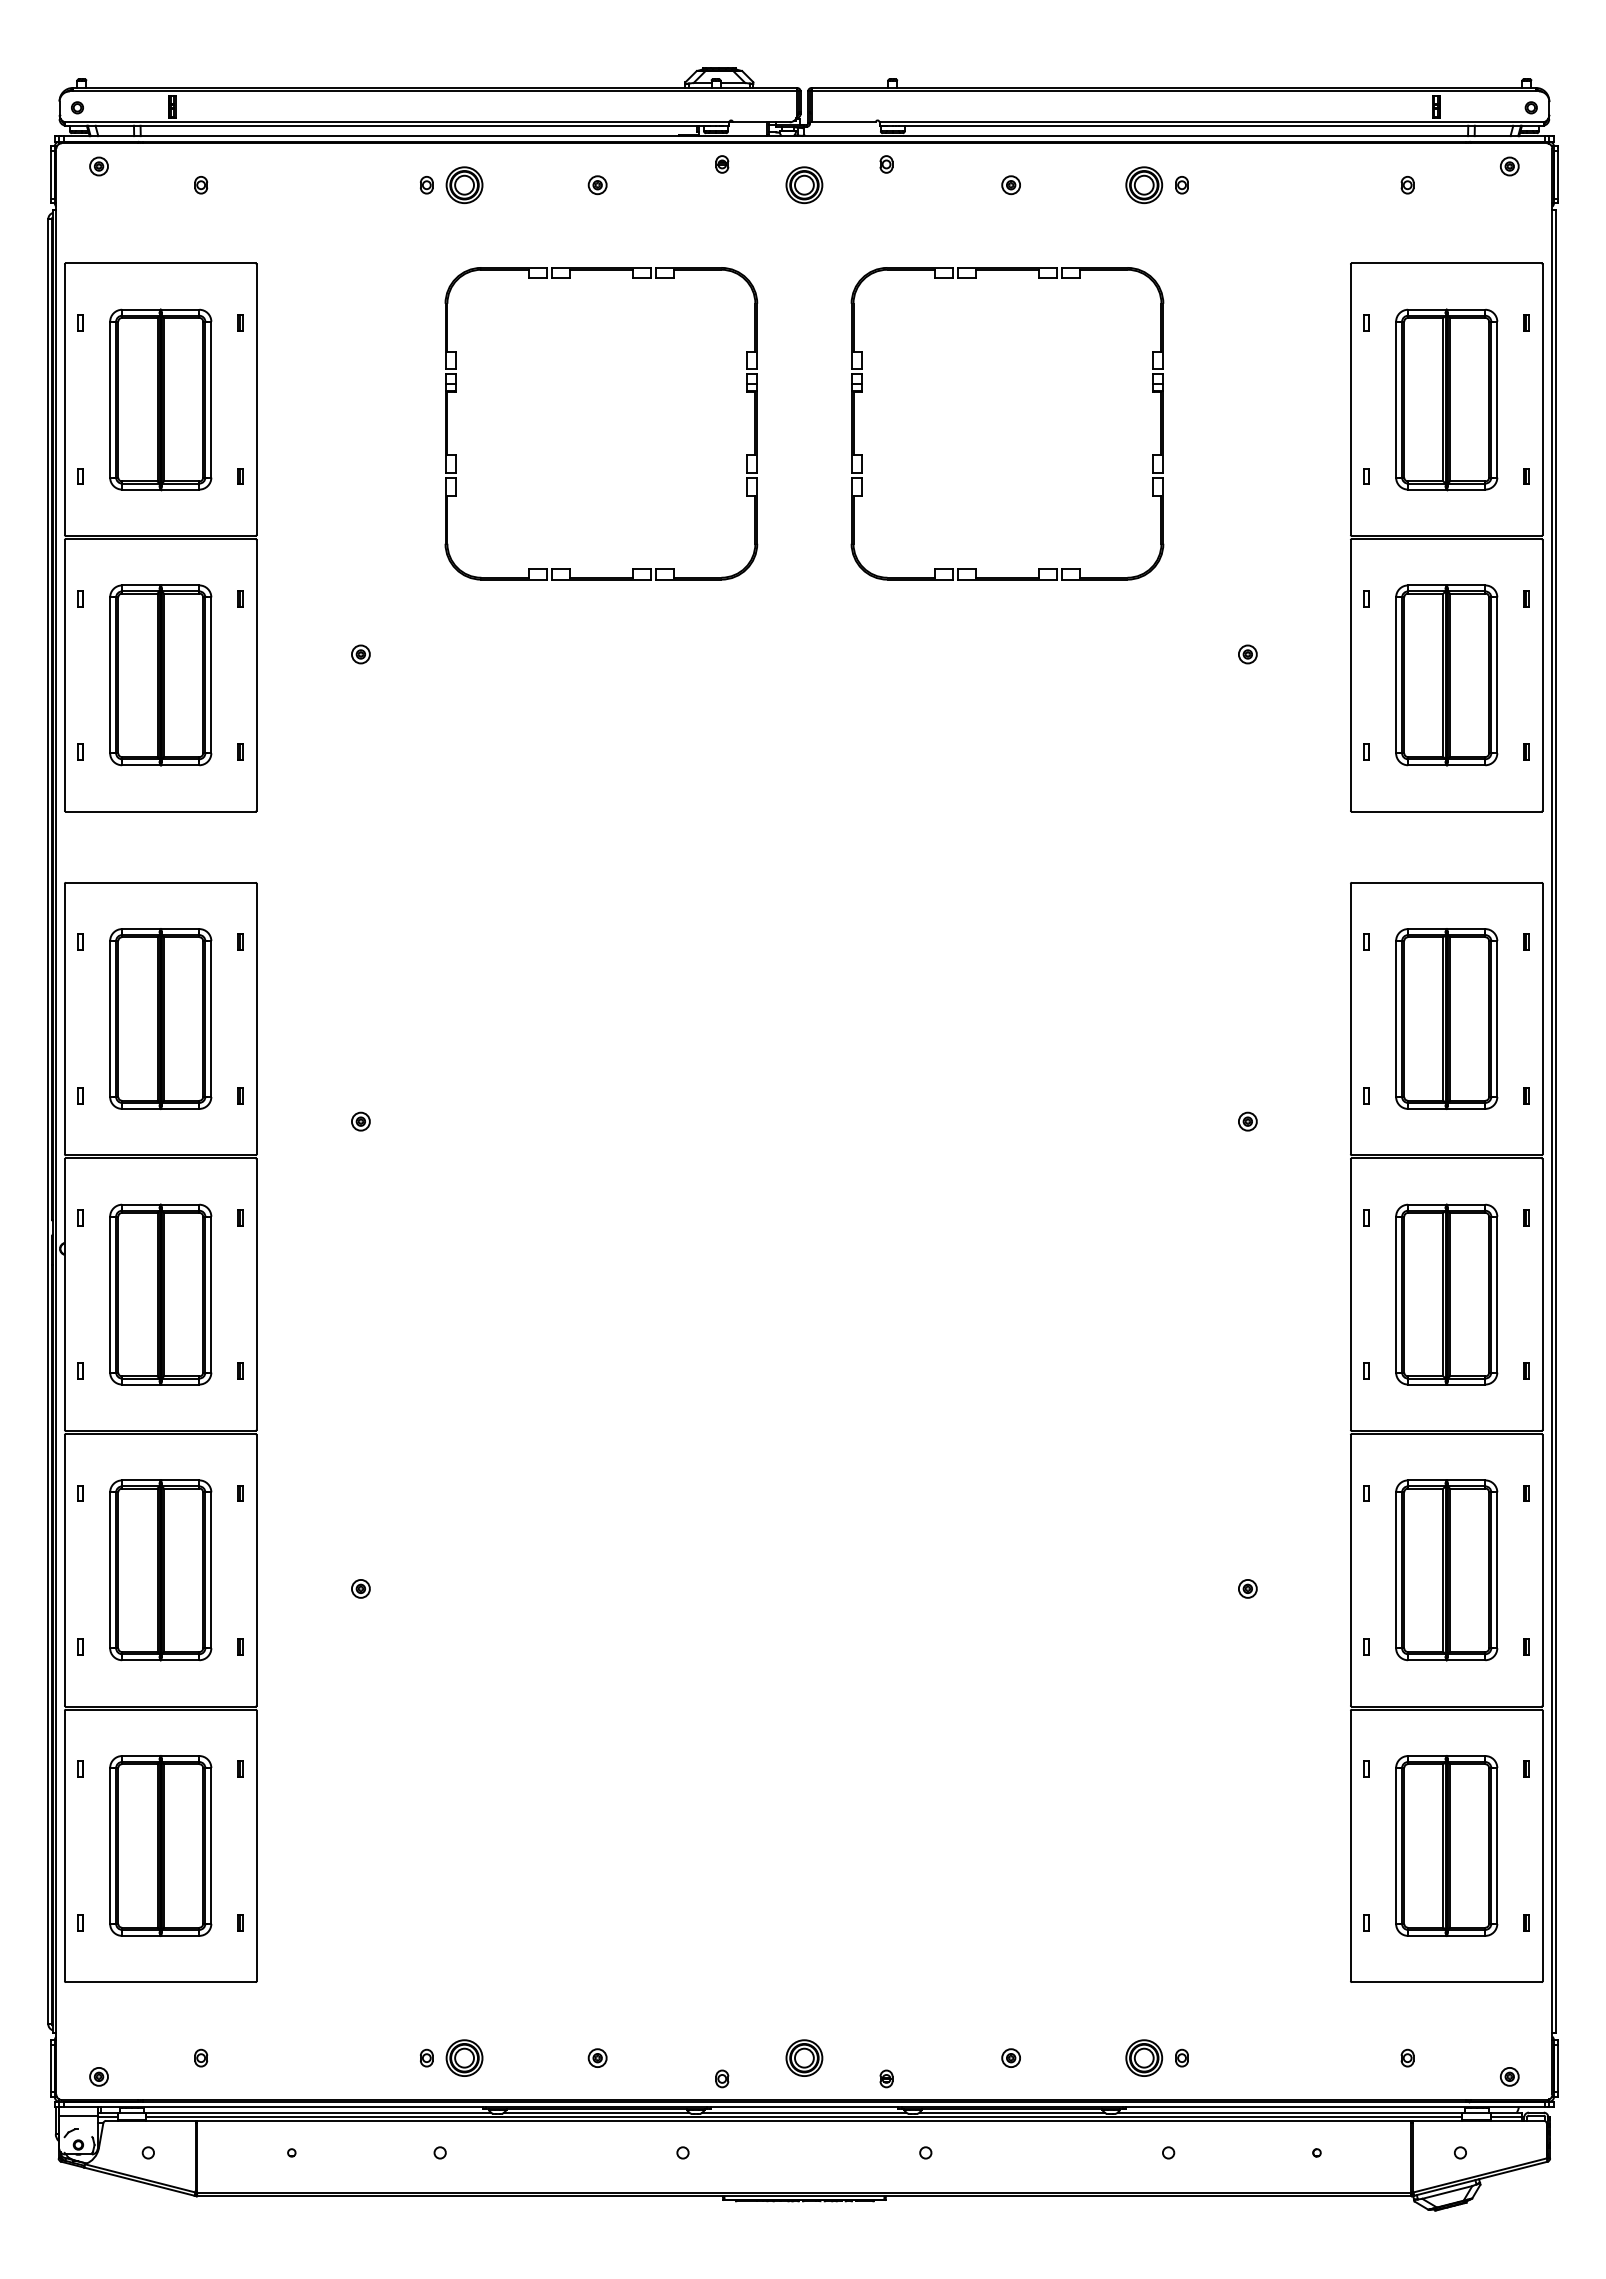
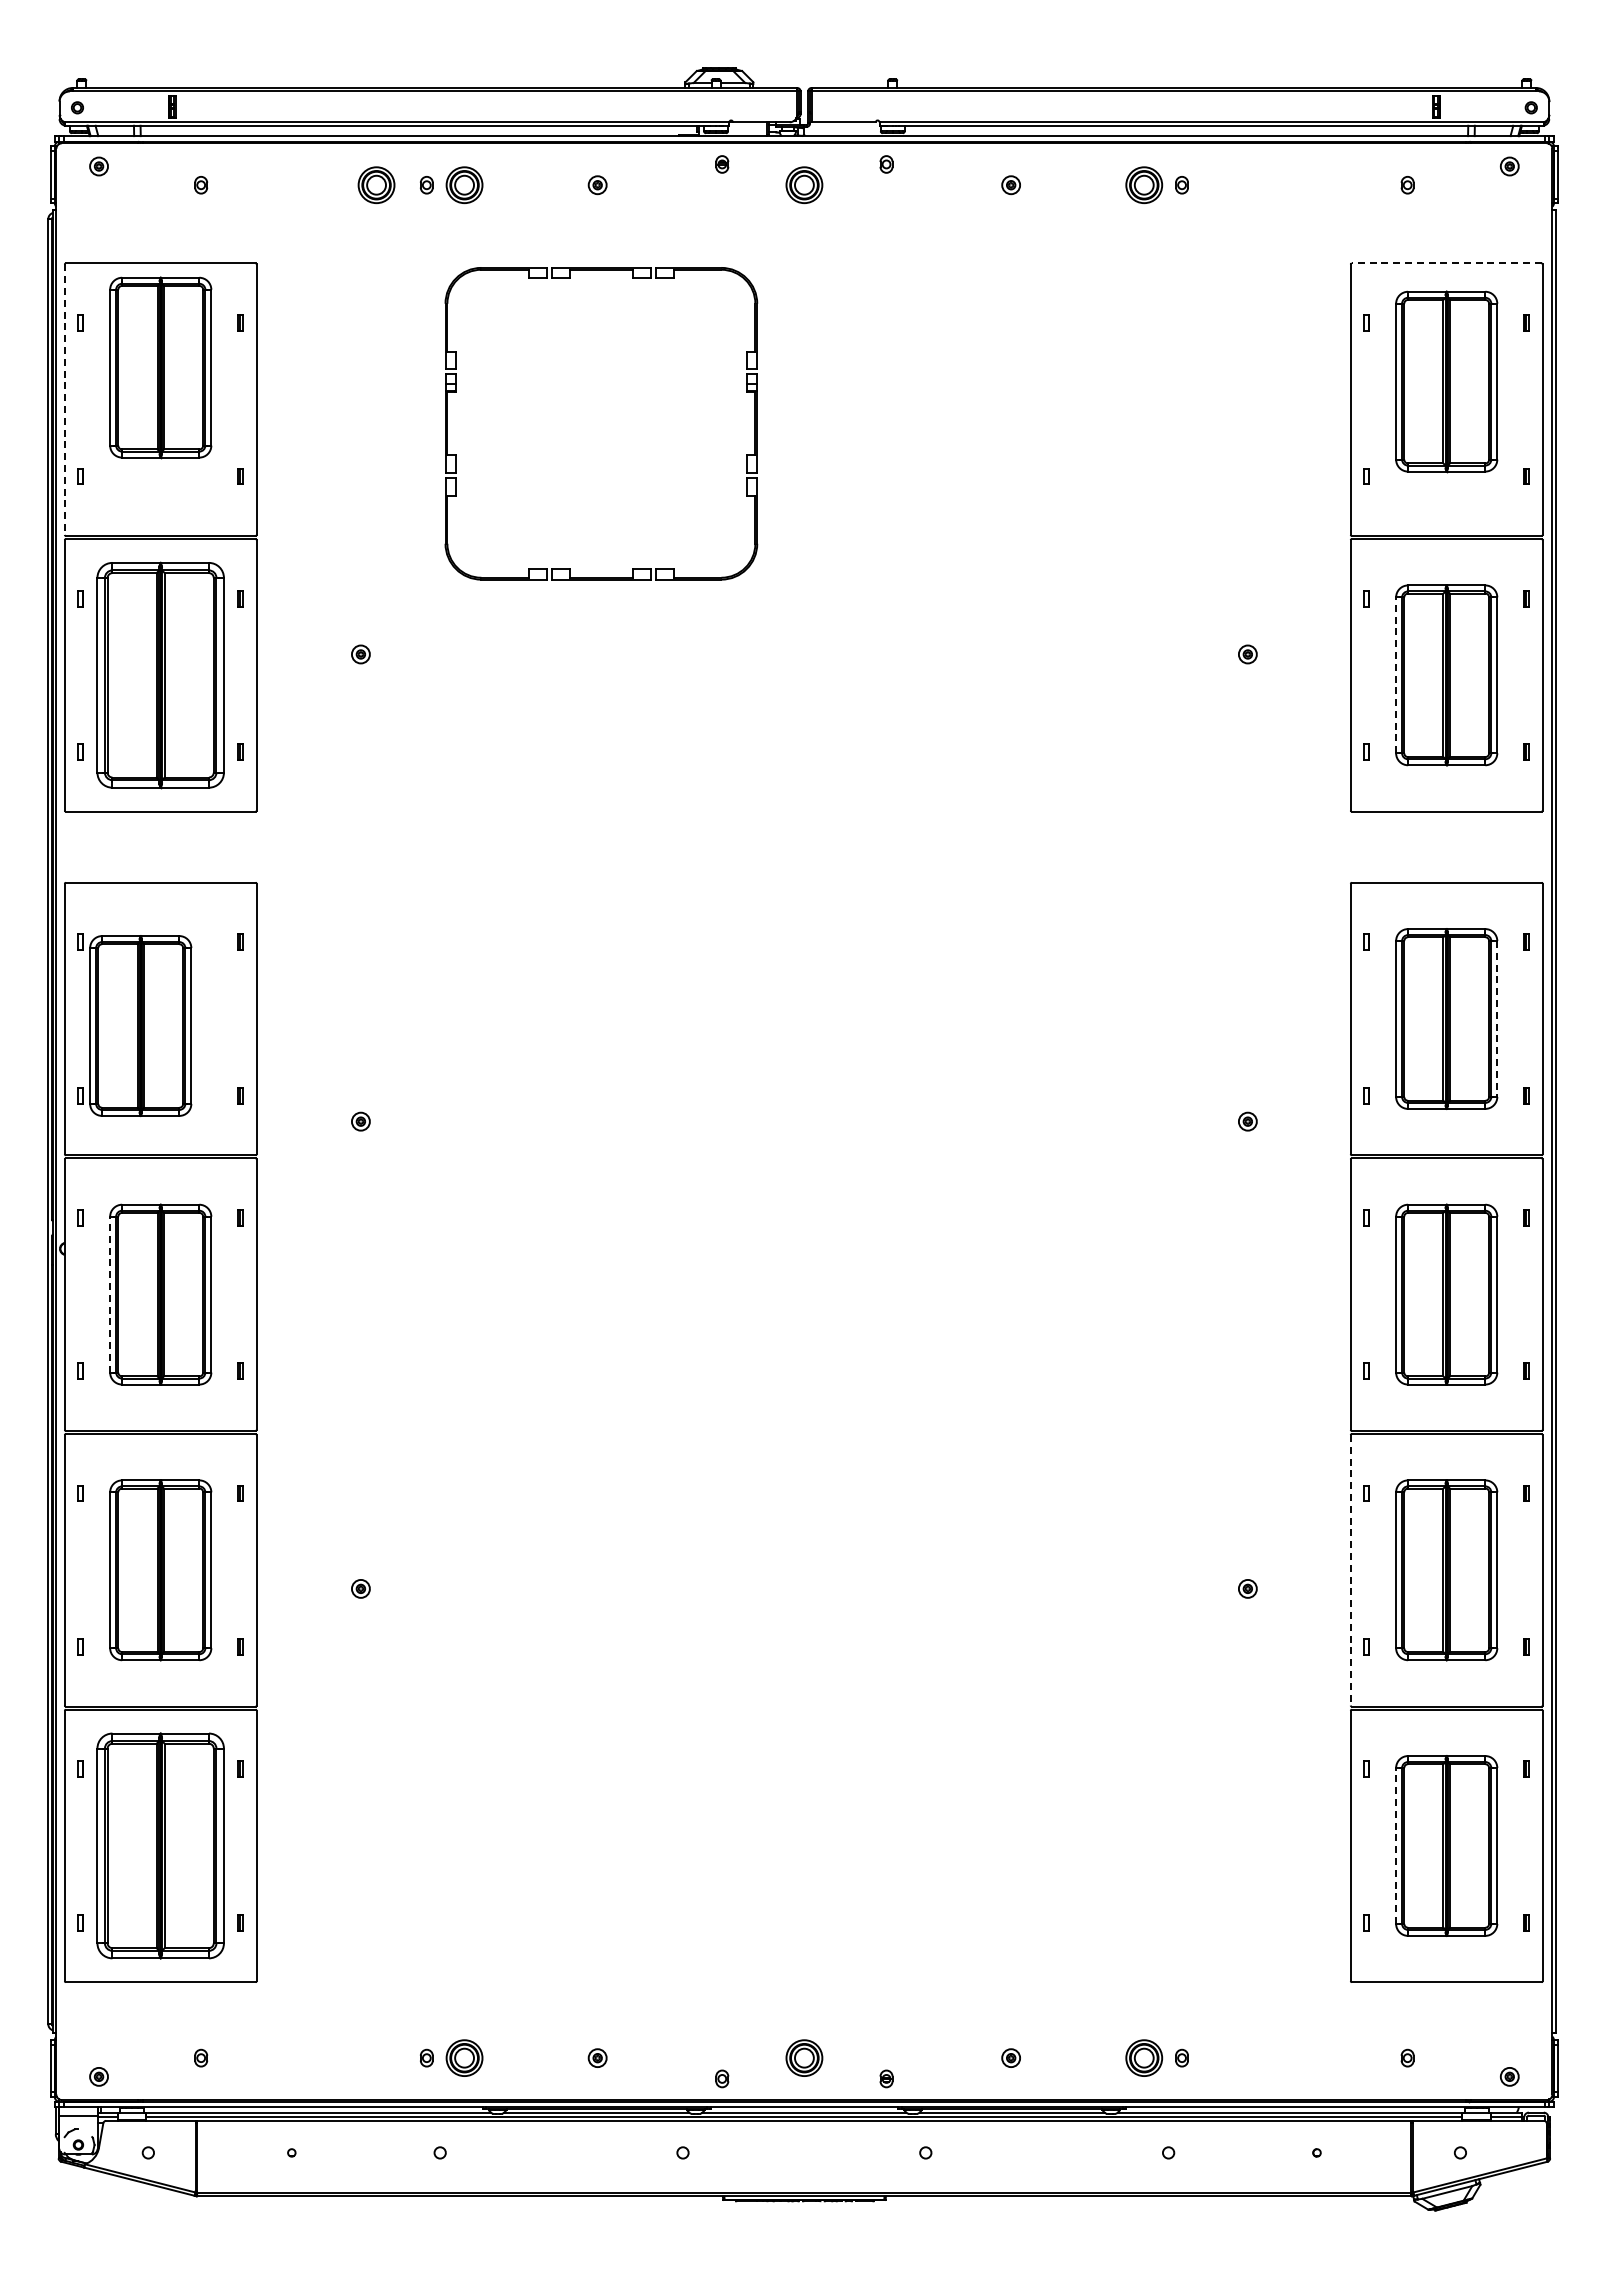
part at (376, 184): none -> present
line at (1446, 263): solid -> dashed
part at (976, 278): present -> none
part at (160, 399) position: (160, 399) -> (160, 367)
part at (1446, 399) position: (1446, 399) -> (1446, 381)
line at (64, 400): solid -> dashed
part at (160, 675) size: 104x183 px -> 129x229 px
line at (1396, 675): solid -> dashed
part at (160, 1018) position: (160, 1018) -> (140, 1025)
line at (1497, 1019): solid -> dashed
line at (110, 1294): solid -> dashed
line at (1350, 1570): solid -> dashed
part at (160, 1845) size: 104x182 px -> 129x228 px
line at (1396, 1845): solid -> dashed
